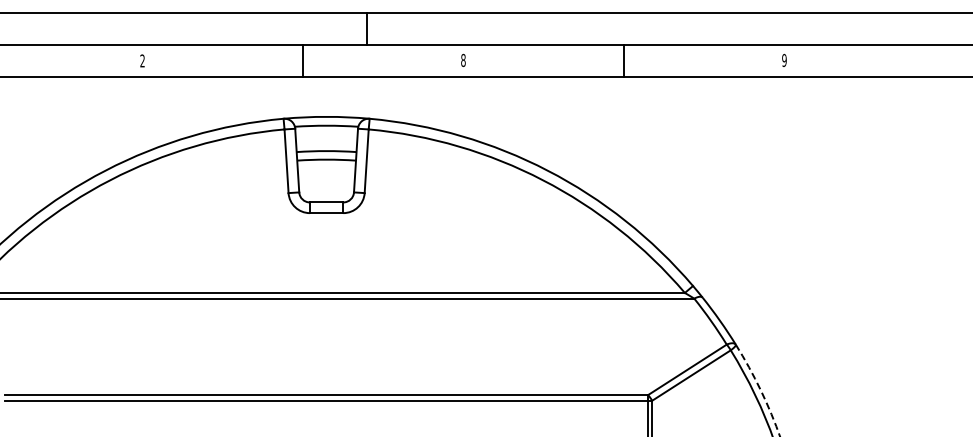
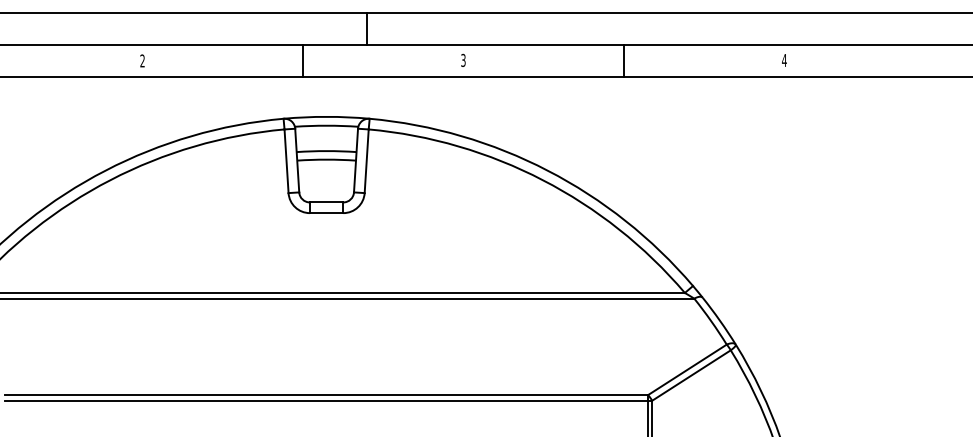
text at (784, 59): 9 -> 4
text at (463, 60): 8 -> 3
arc at (760, 388): dashed -> solid
